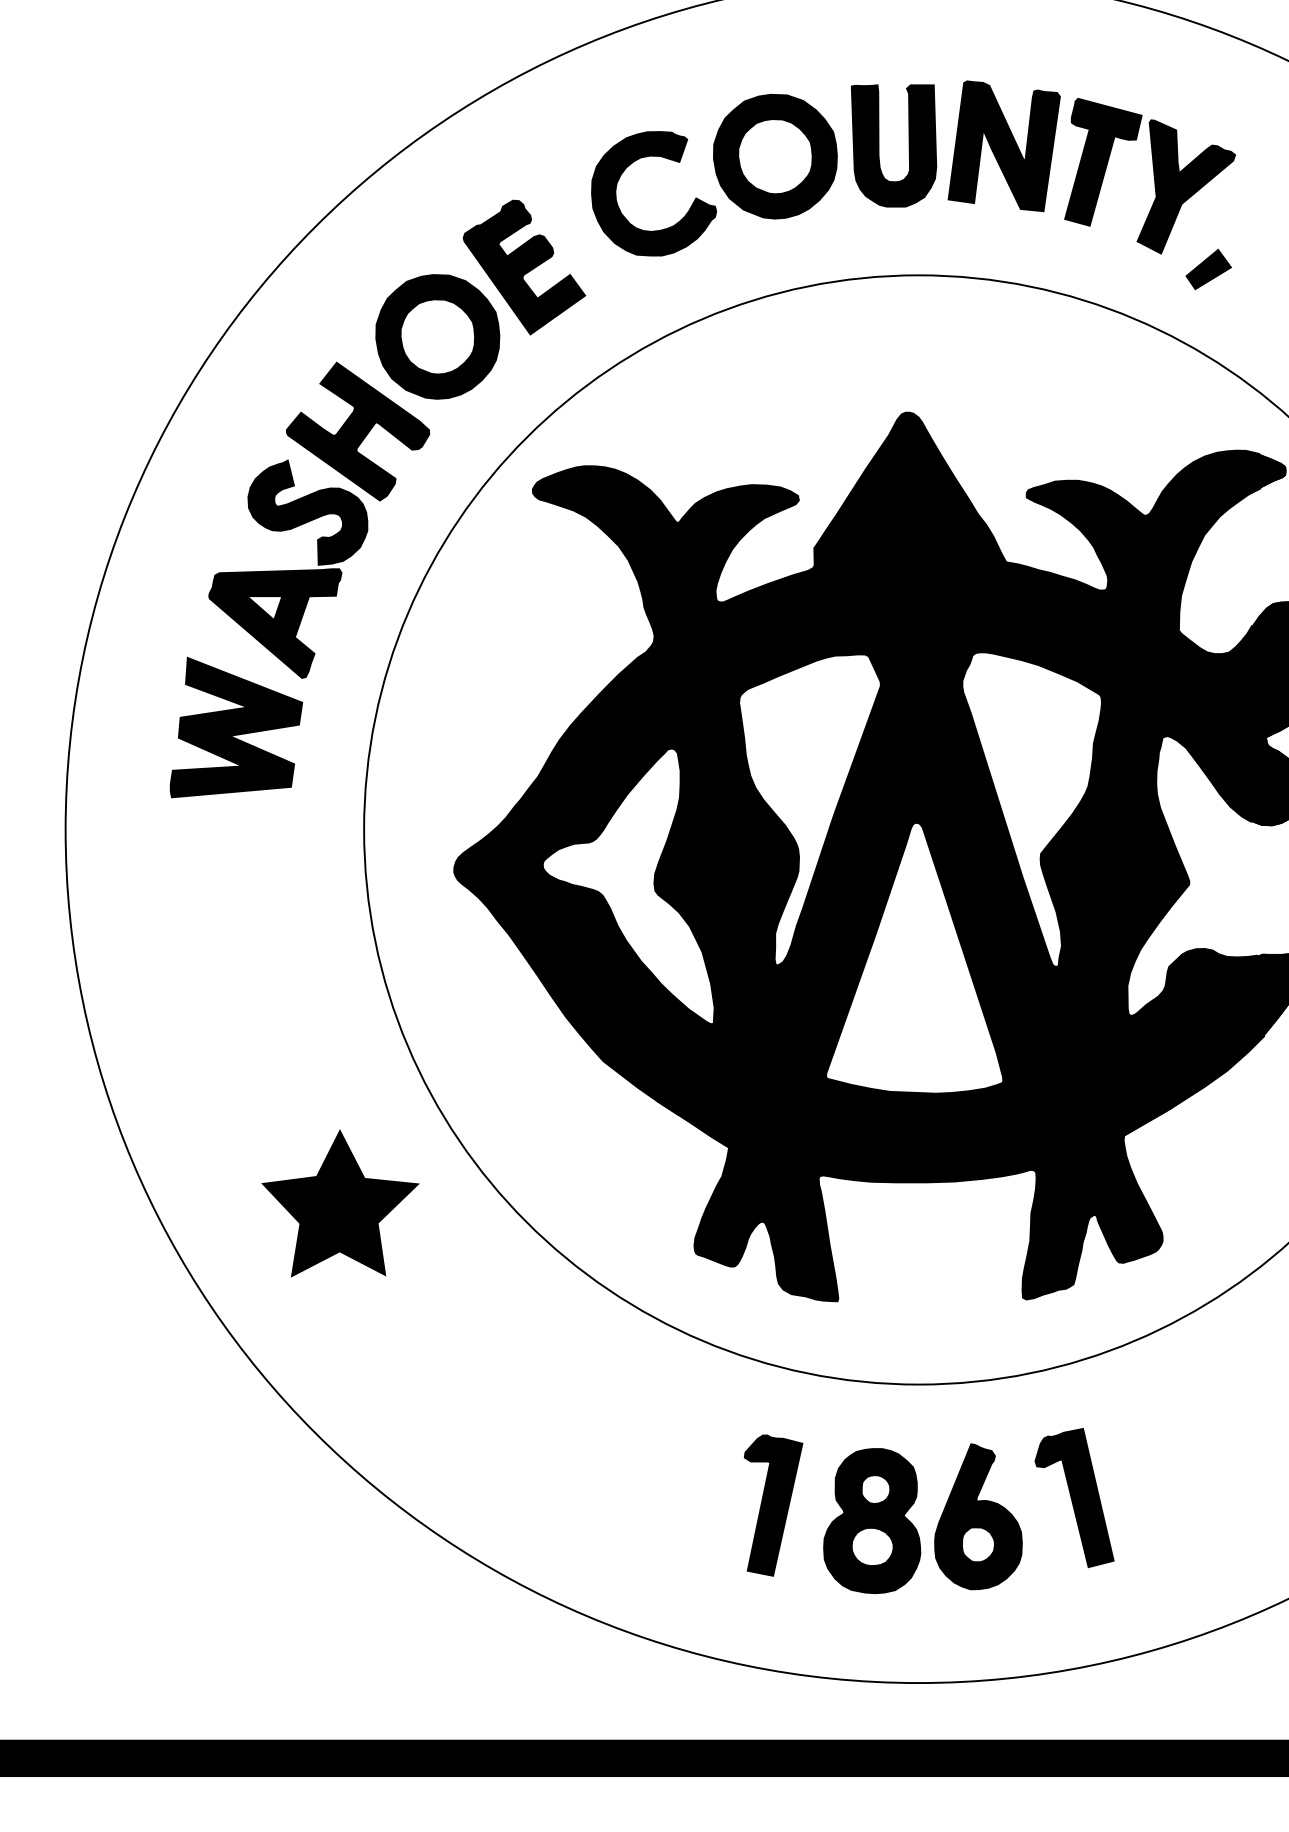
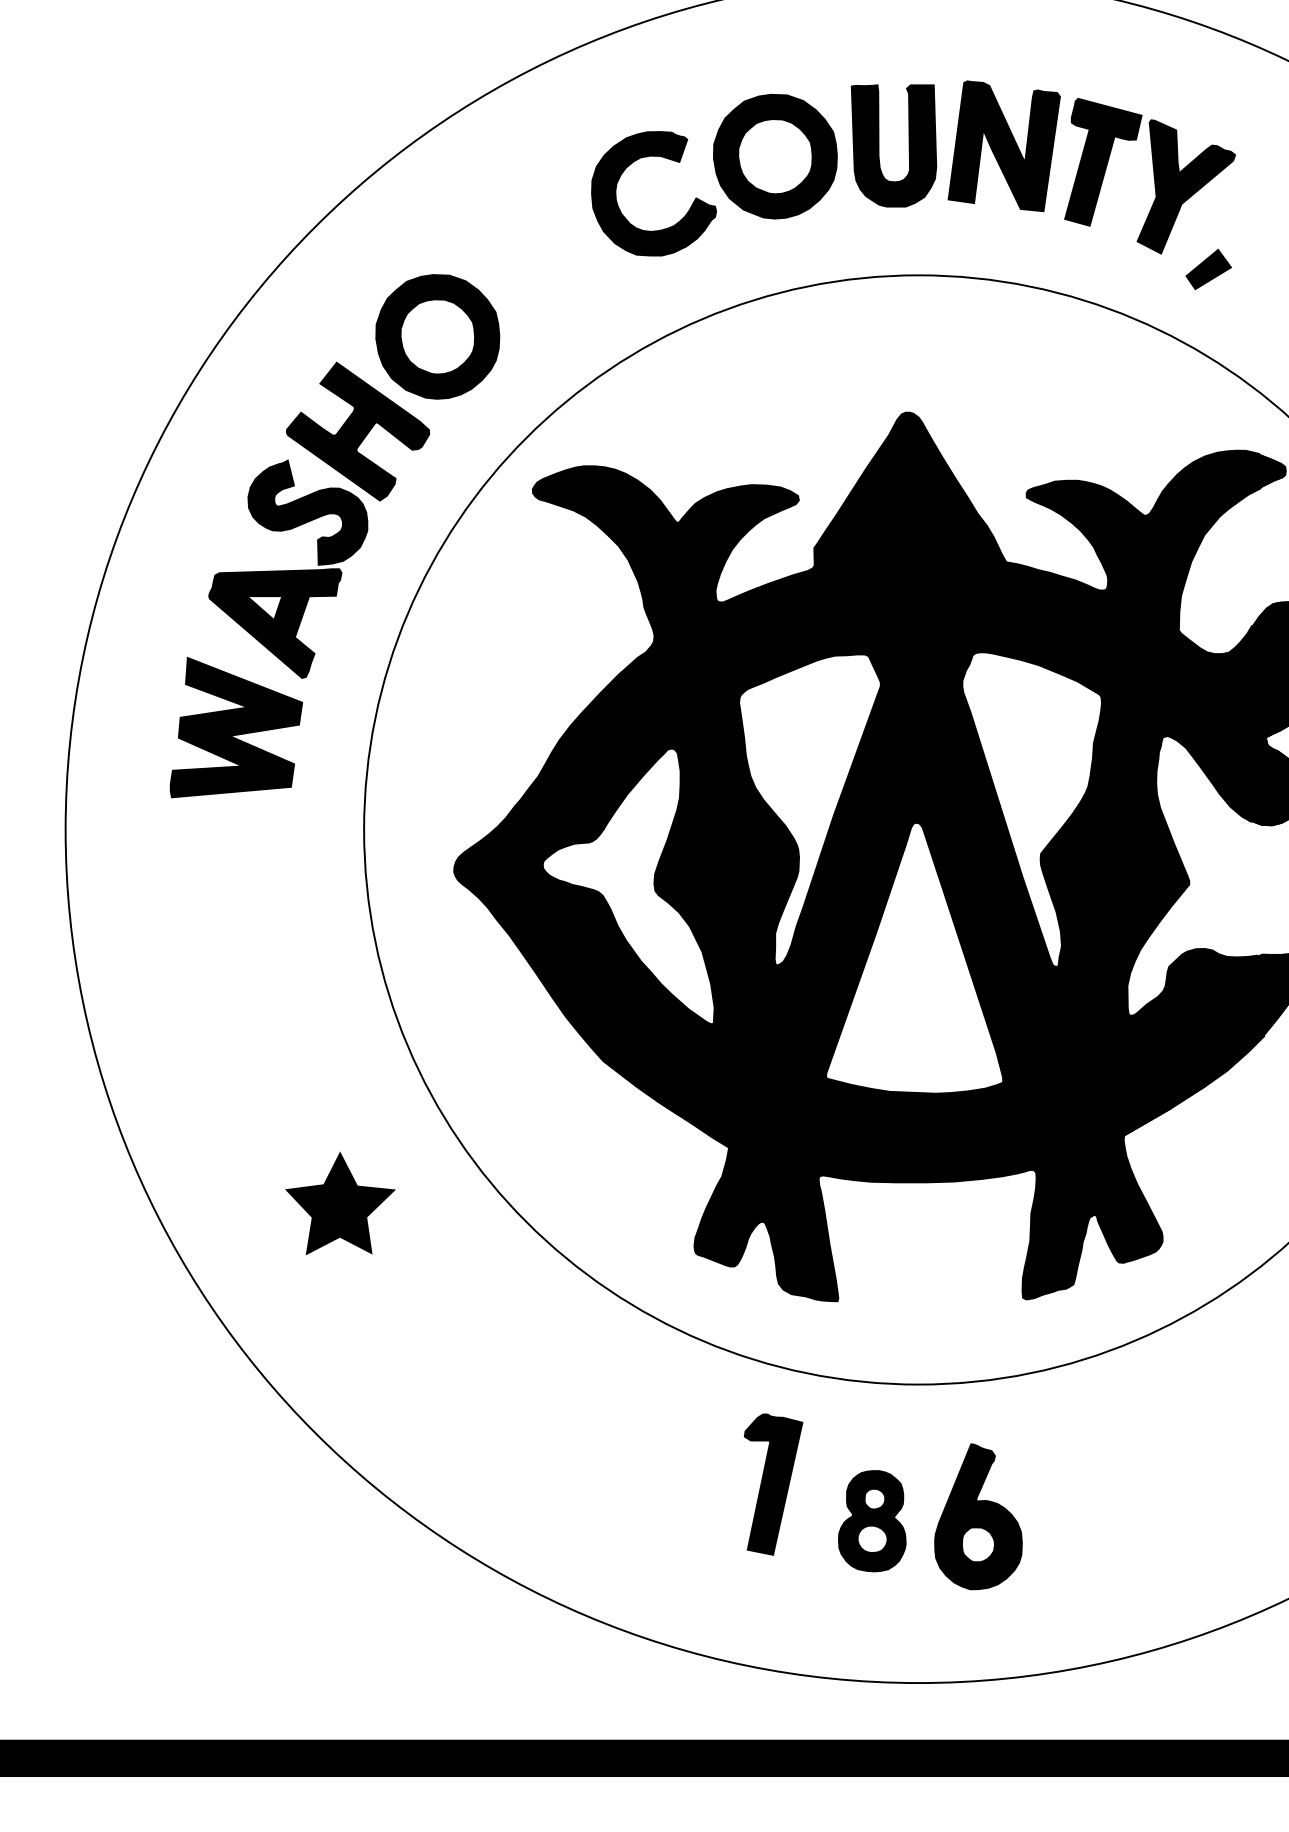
part at (524, 267): present -> none
part at (340, 1203) size: 159x149 px -> 111x104 px
part at (1074, 1498): present -> none
part at (773, 1505) position: (773, 1505) -> (773, 1484)
part at (872, 1521) size: 99x147 px -> 69x103 px
